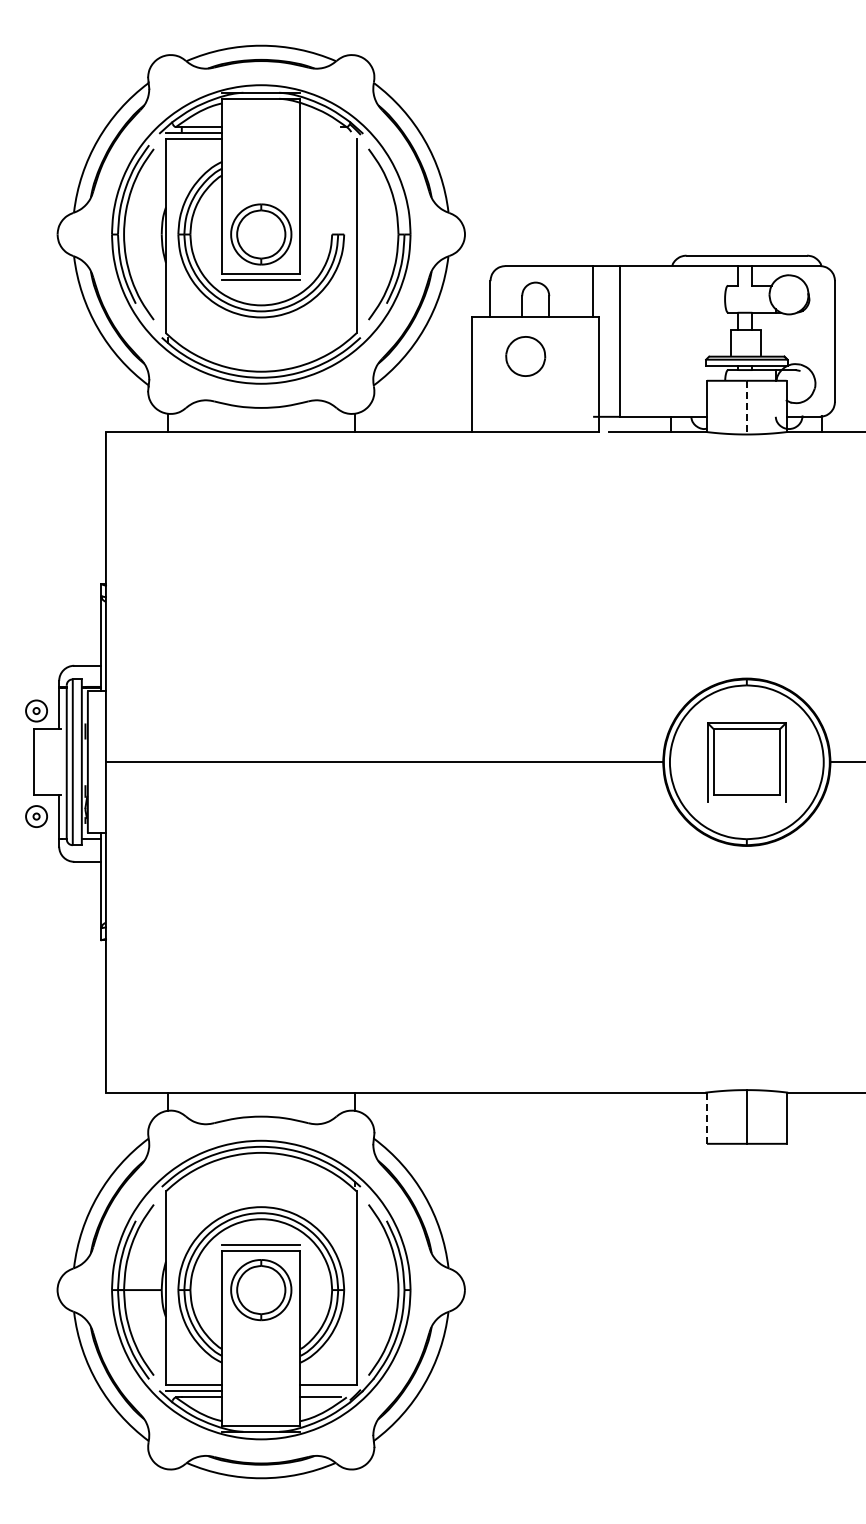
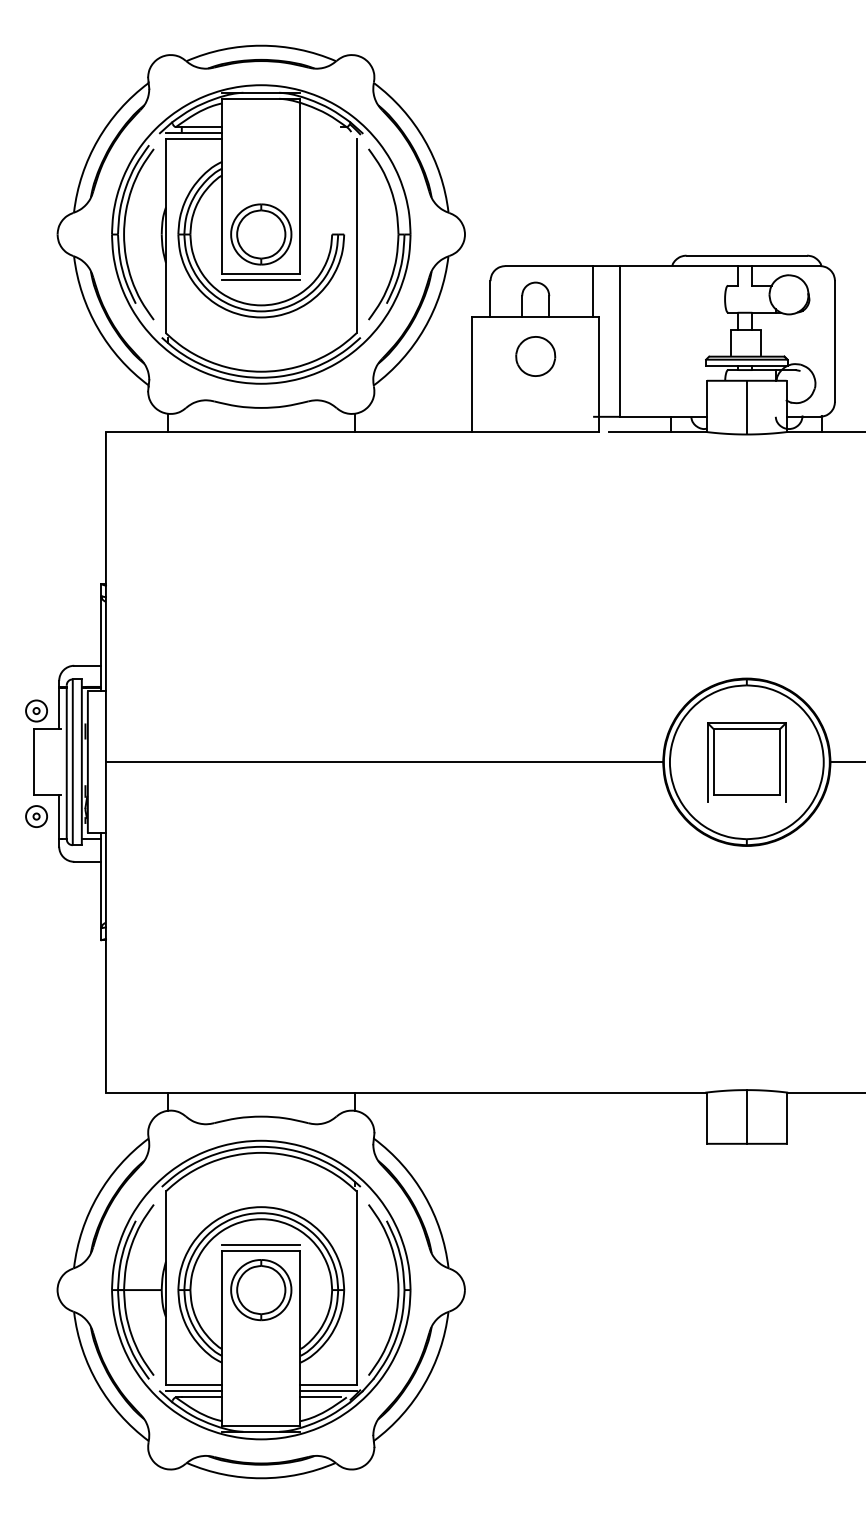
part at (525, 356) position: (525, 356) -> (535, 356)
line at (746, 407): dashed -> solid
line at (707, 1118): dashed -> solid
line at (328, 1391): none -> present
